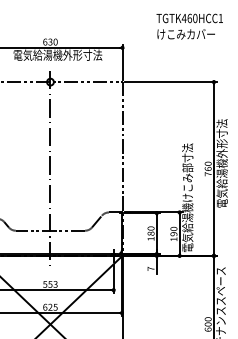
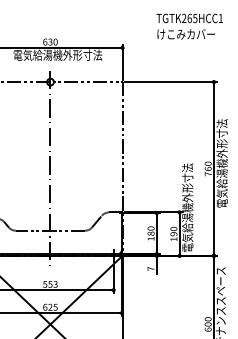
text at (189, 17): TGTK460HCC1 -> TGTK265HCC1
text at (187, 172): 電気給湯機けこみ部寸法 -> 電気給湯機外形寸法
